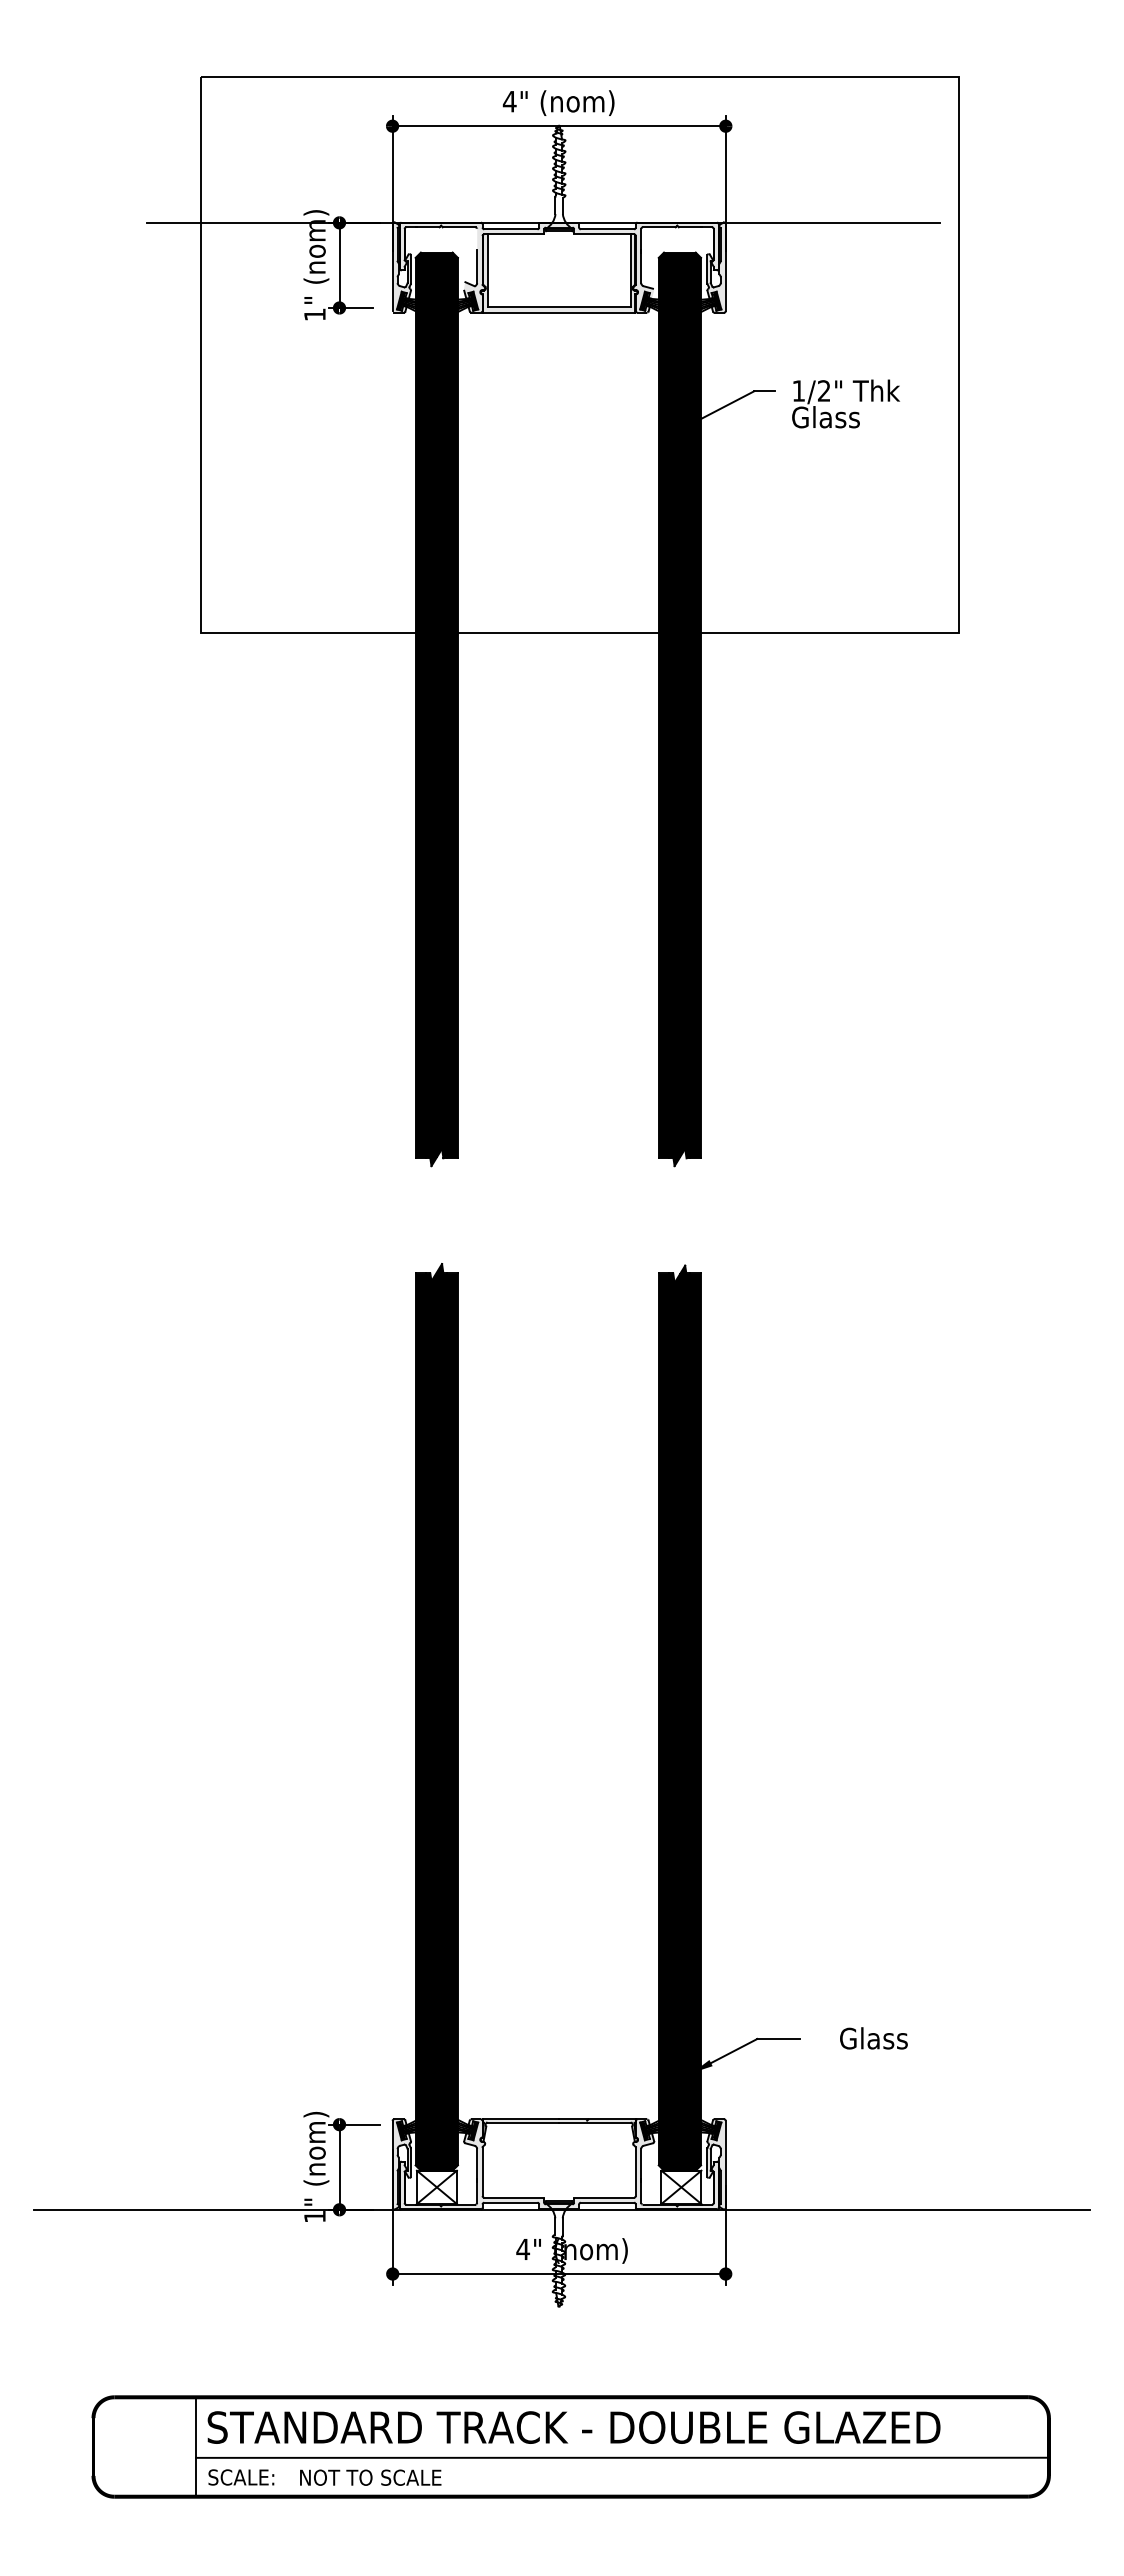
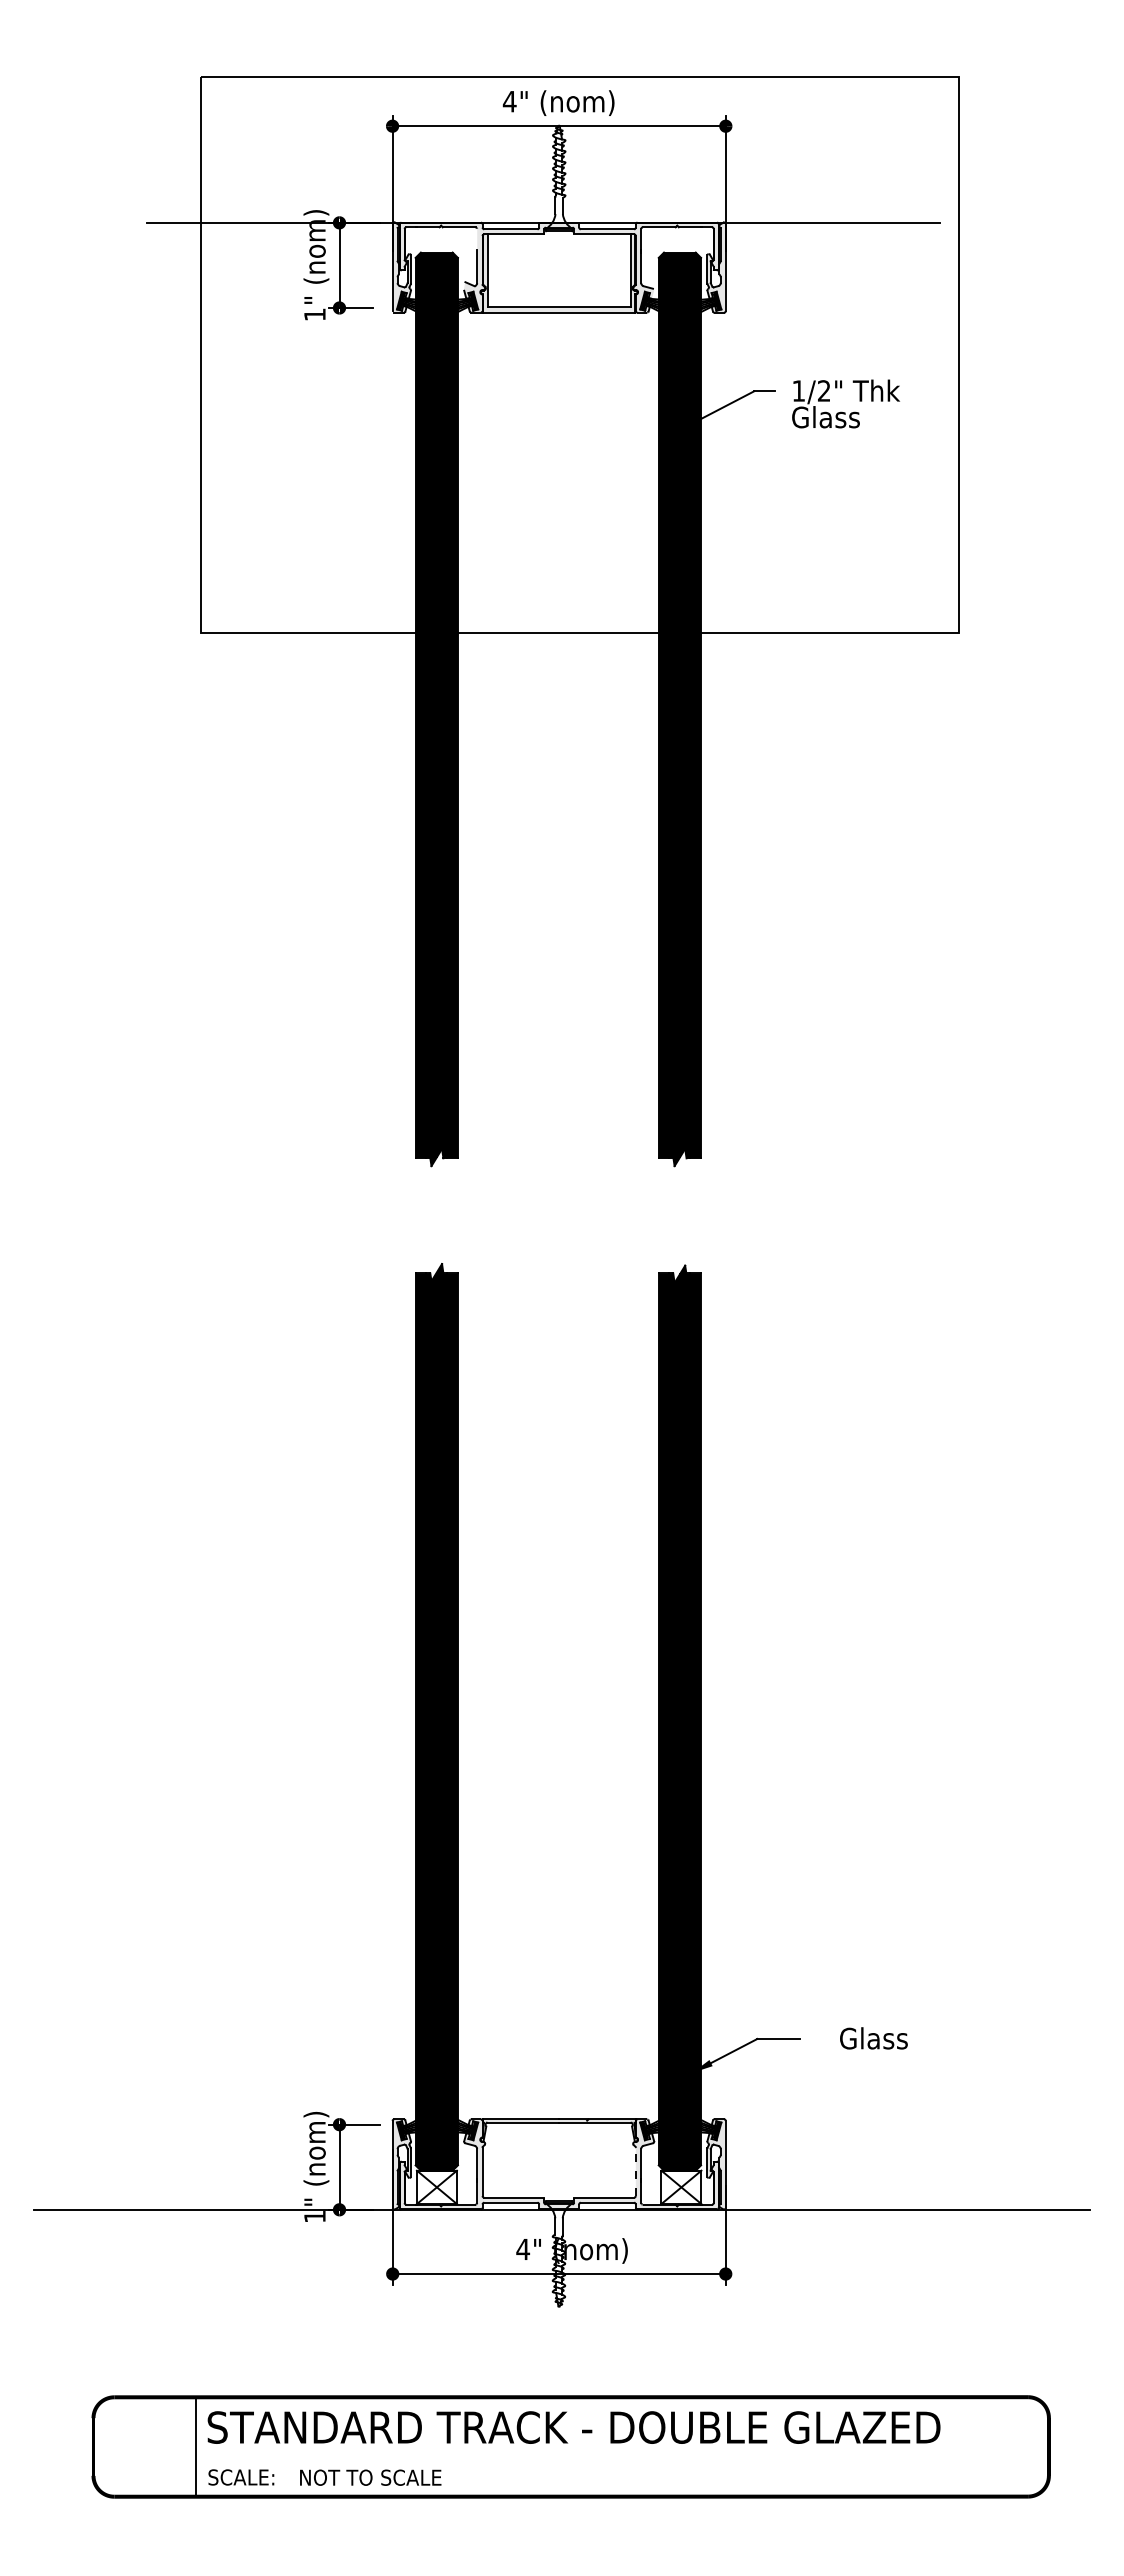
line at (635, 2171): solid -> dashed
line at (622, 2457): present -> none
